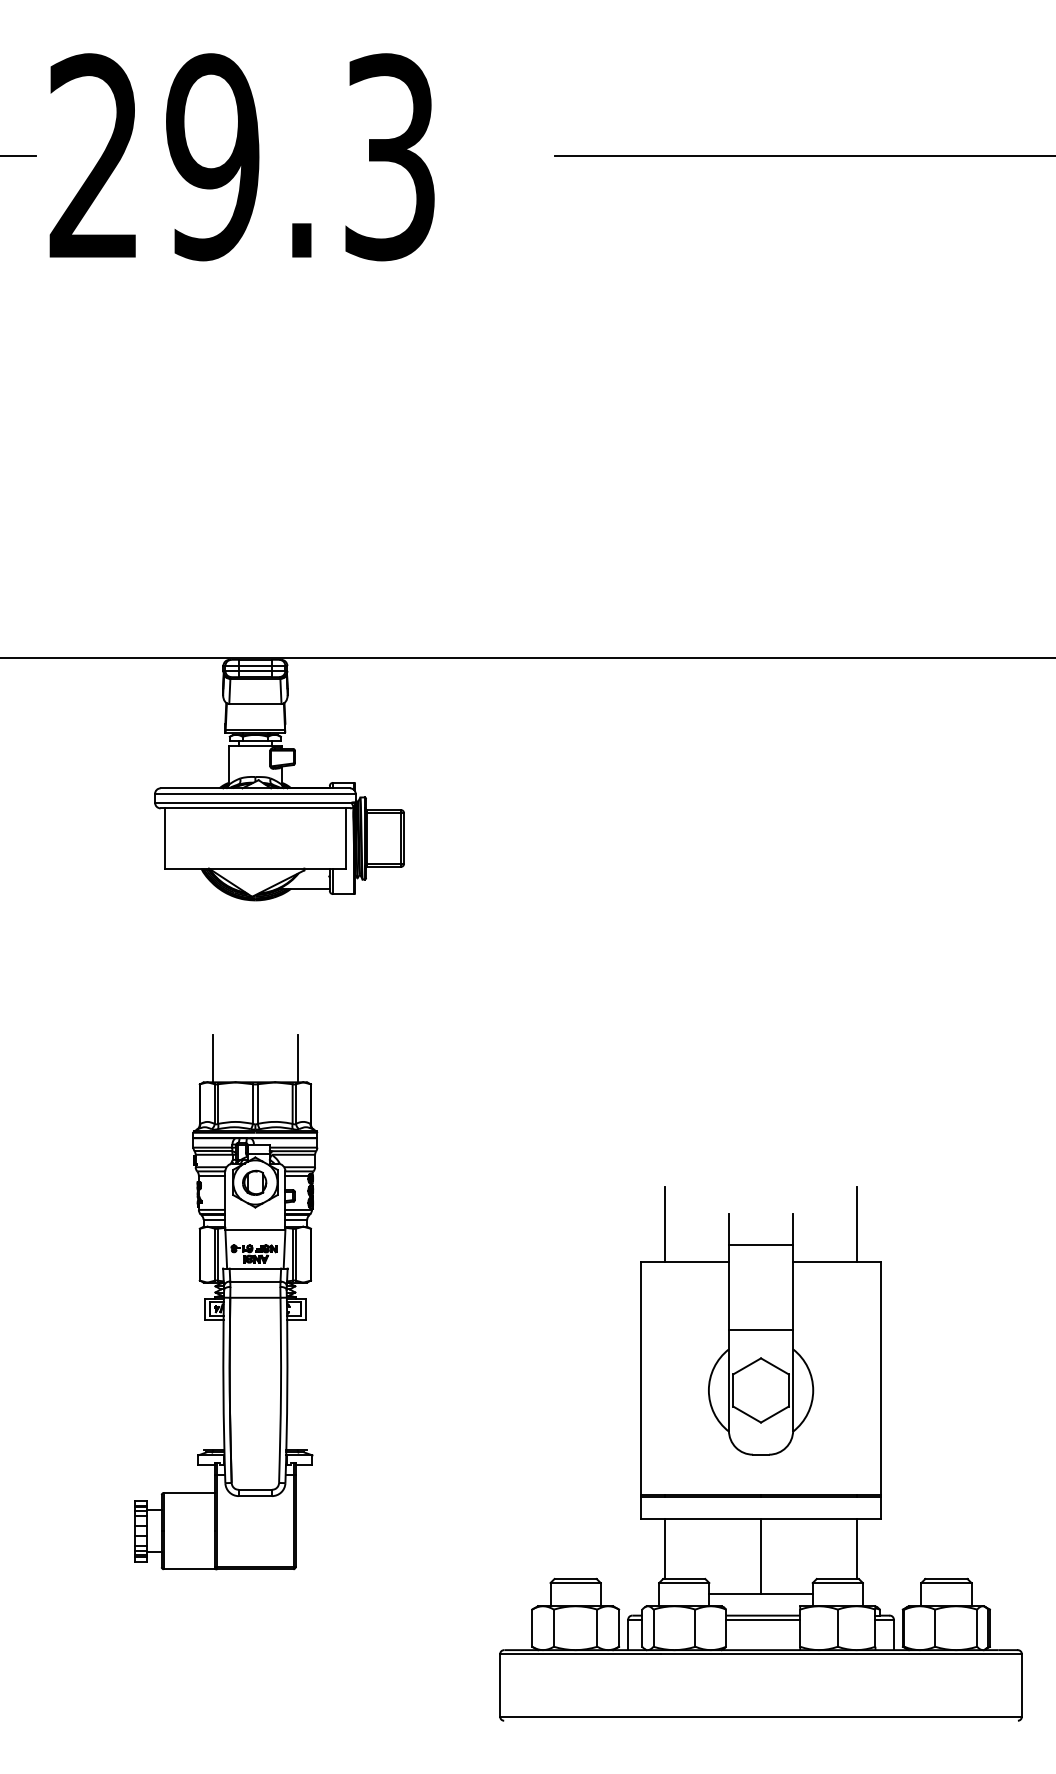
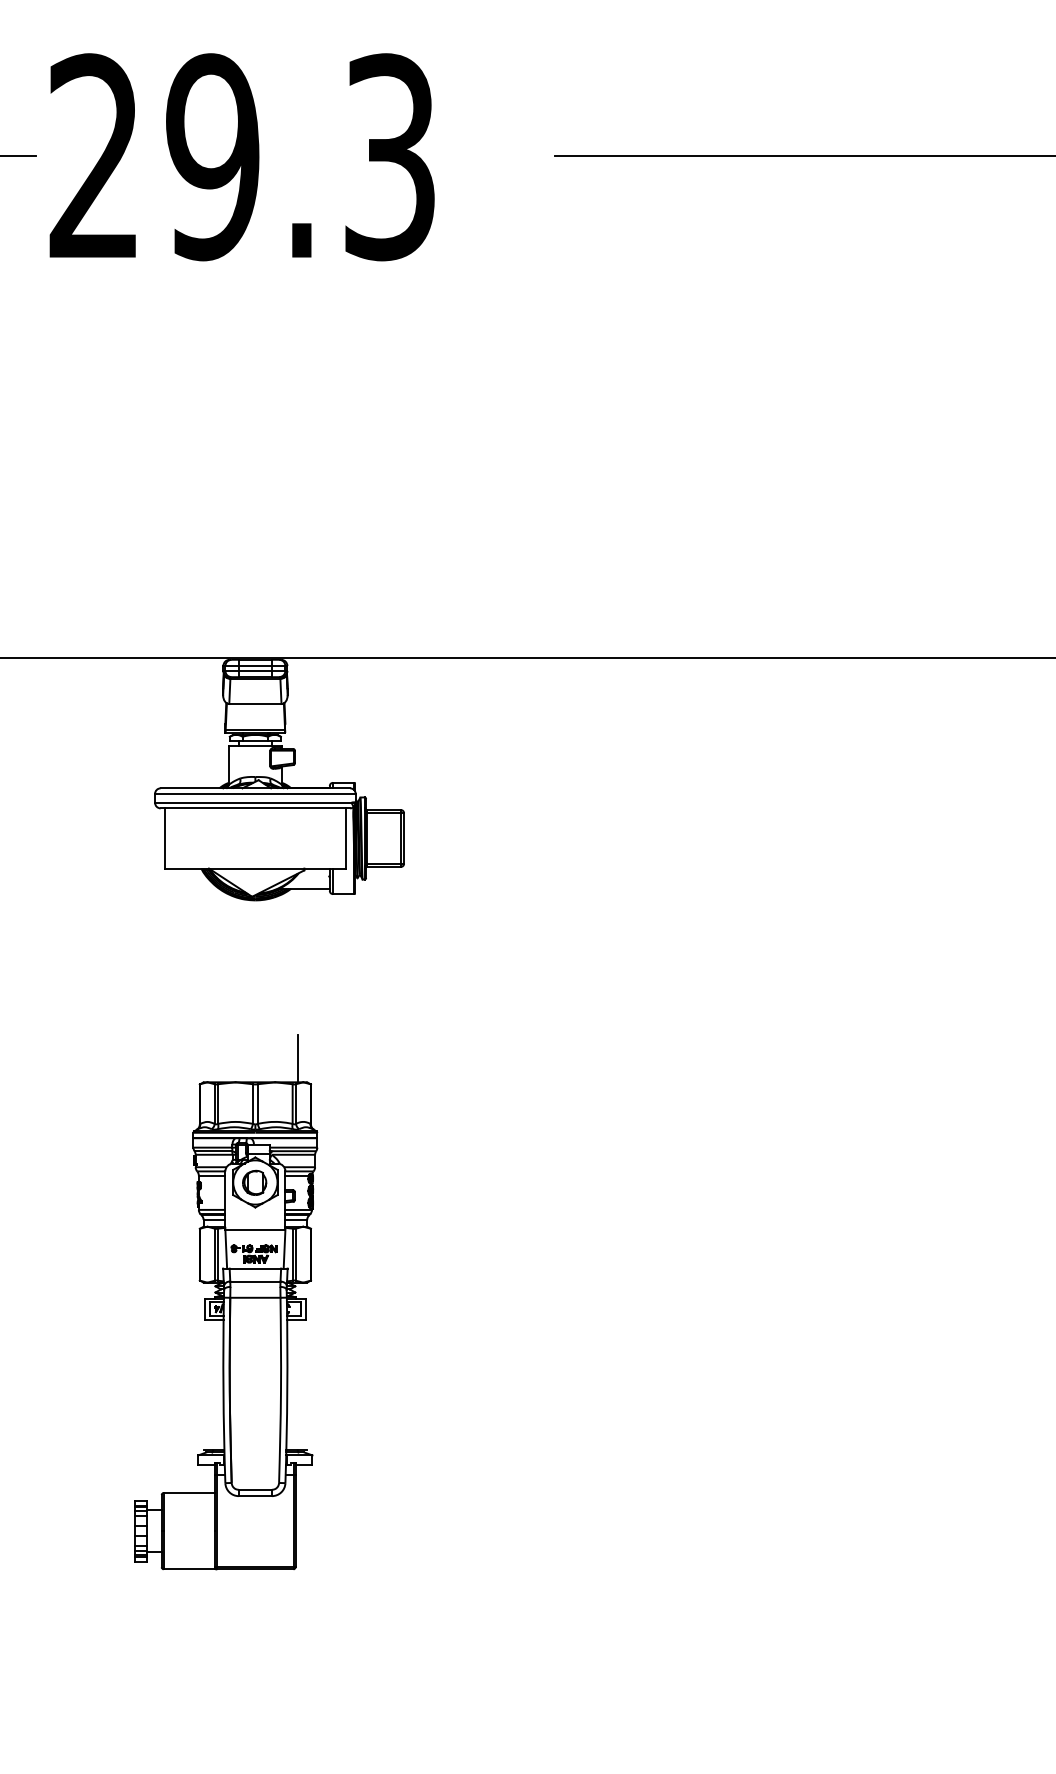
line at (212, 1058): present -> none
part at (760, 1453): present -> none
